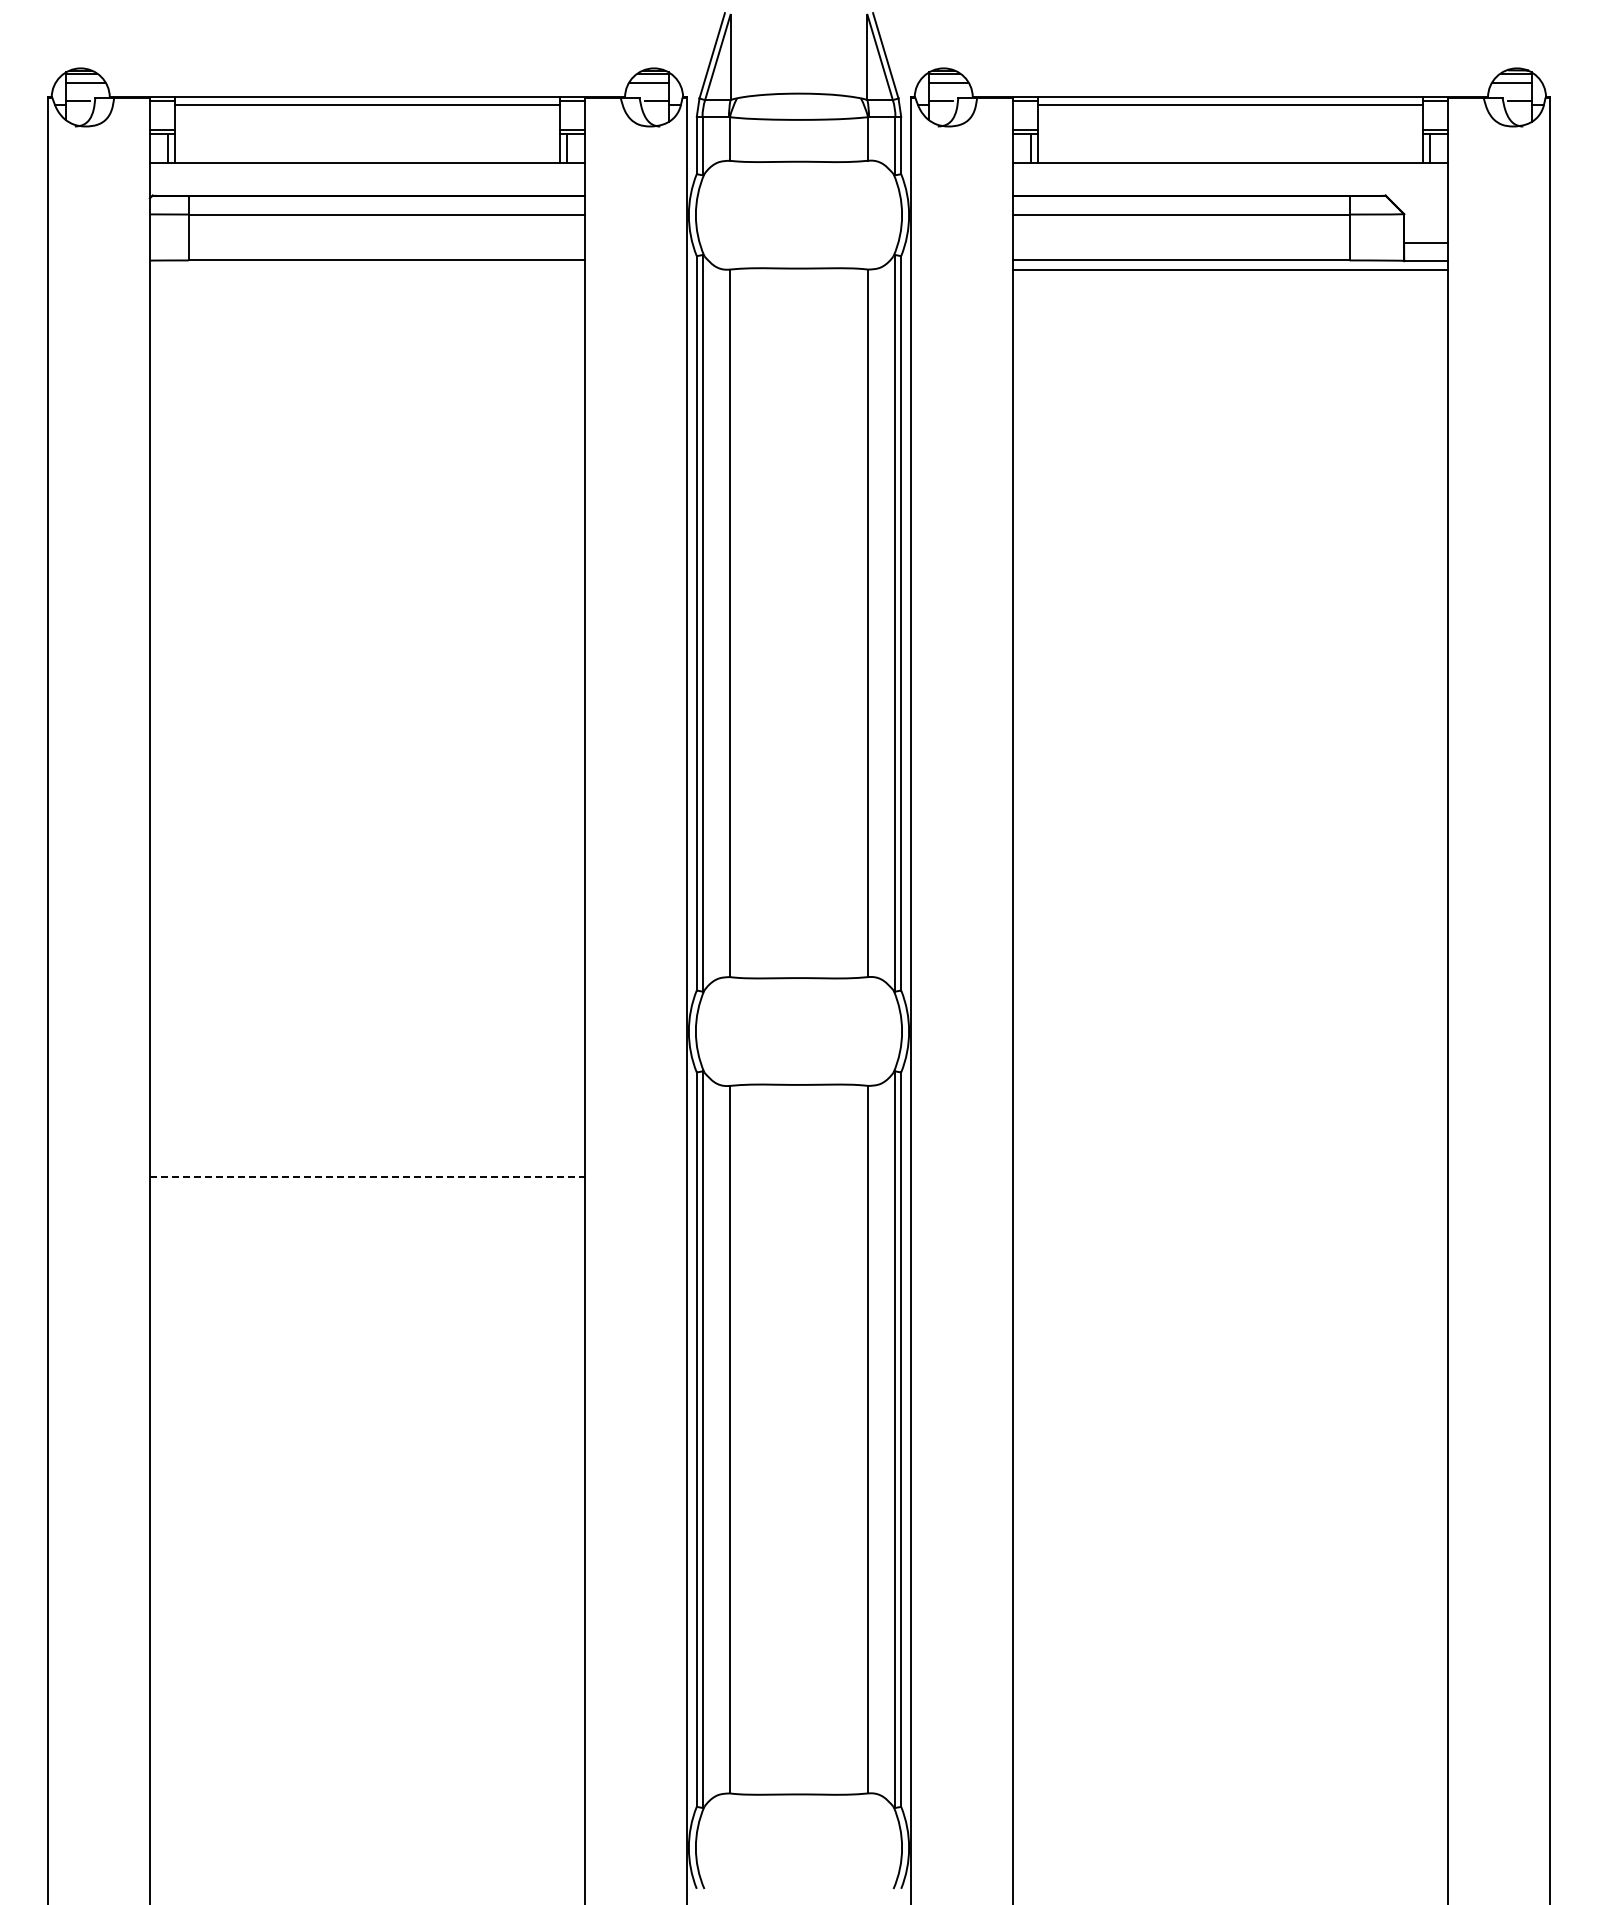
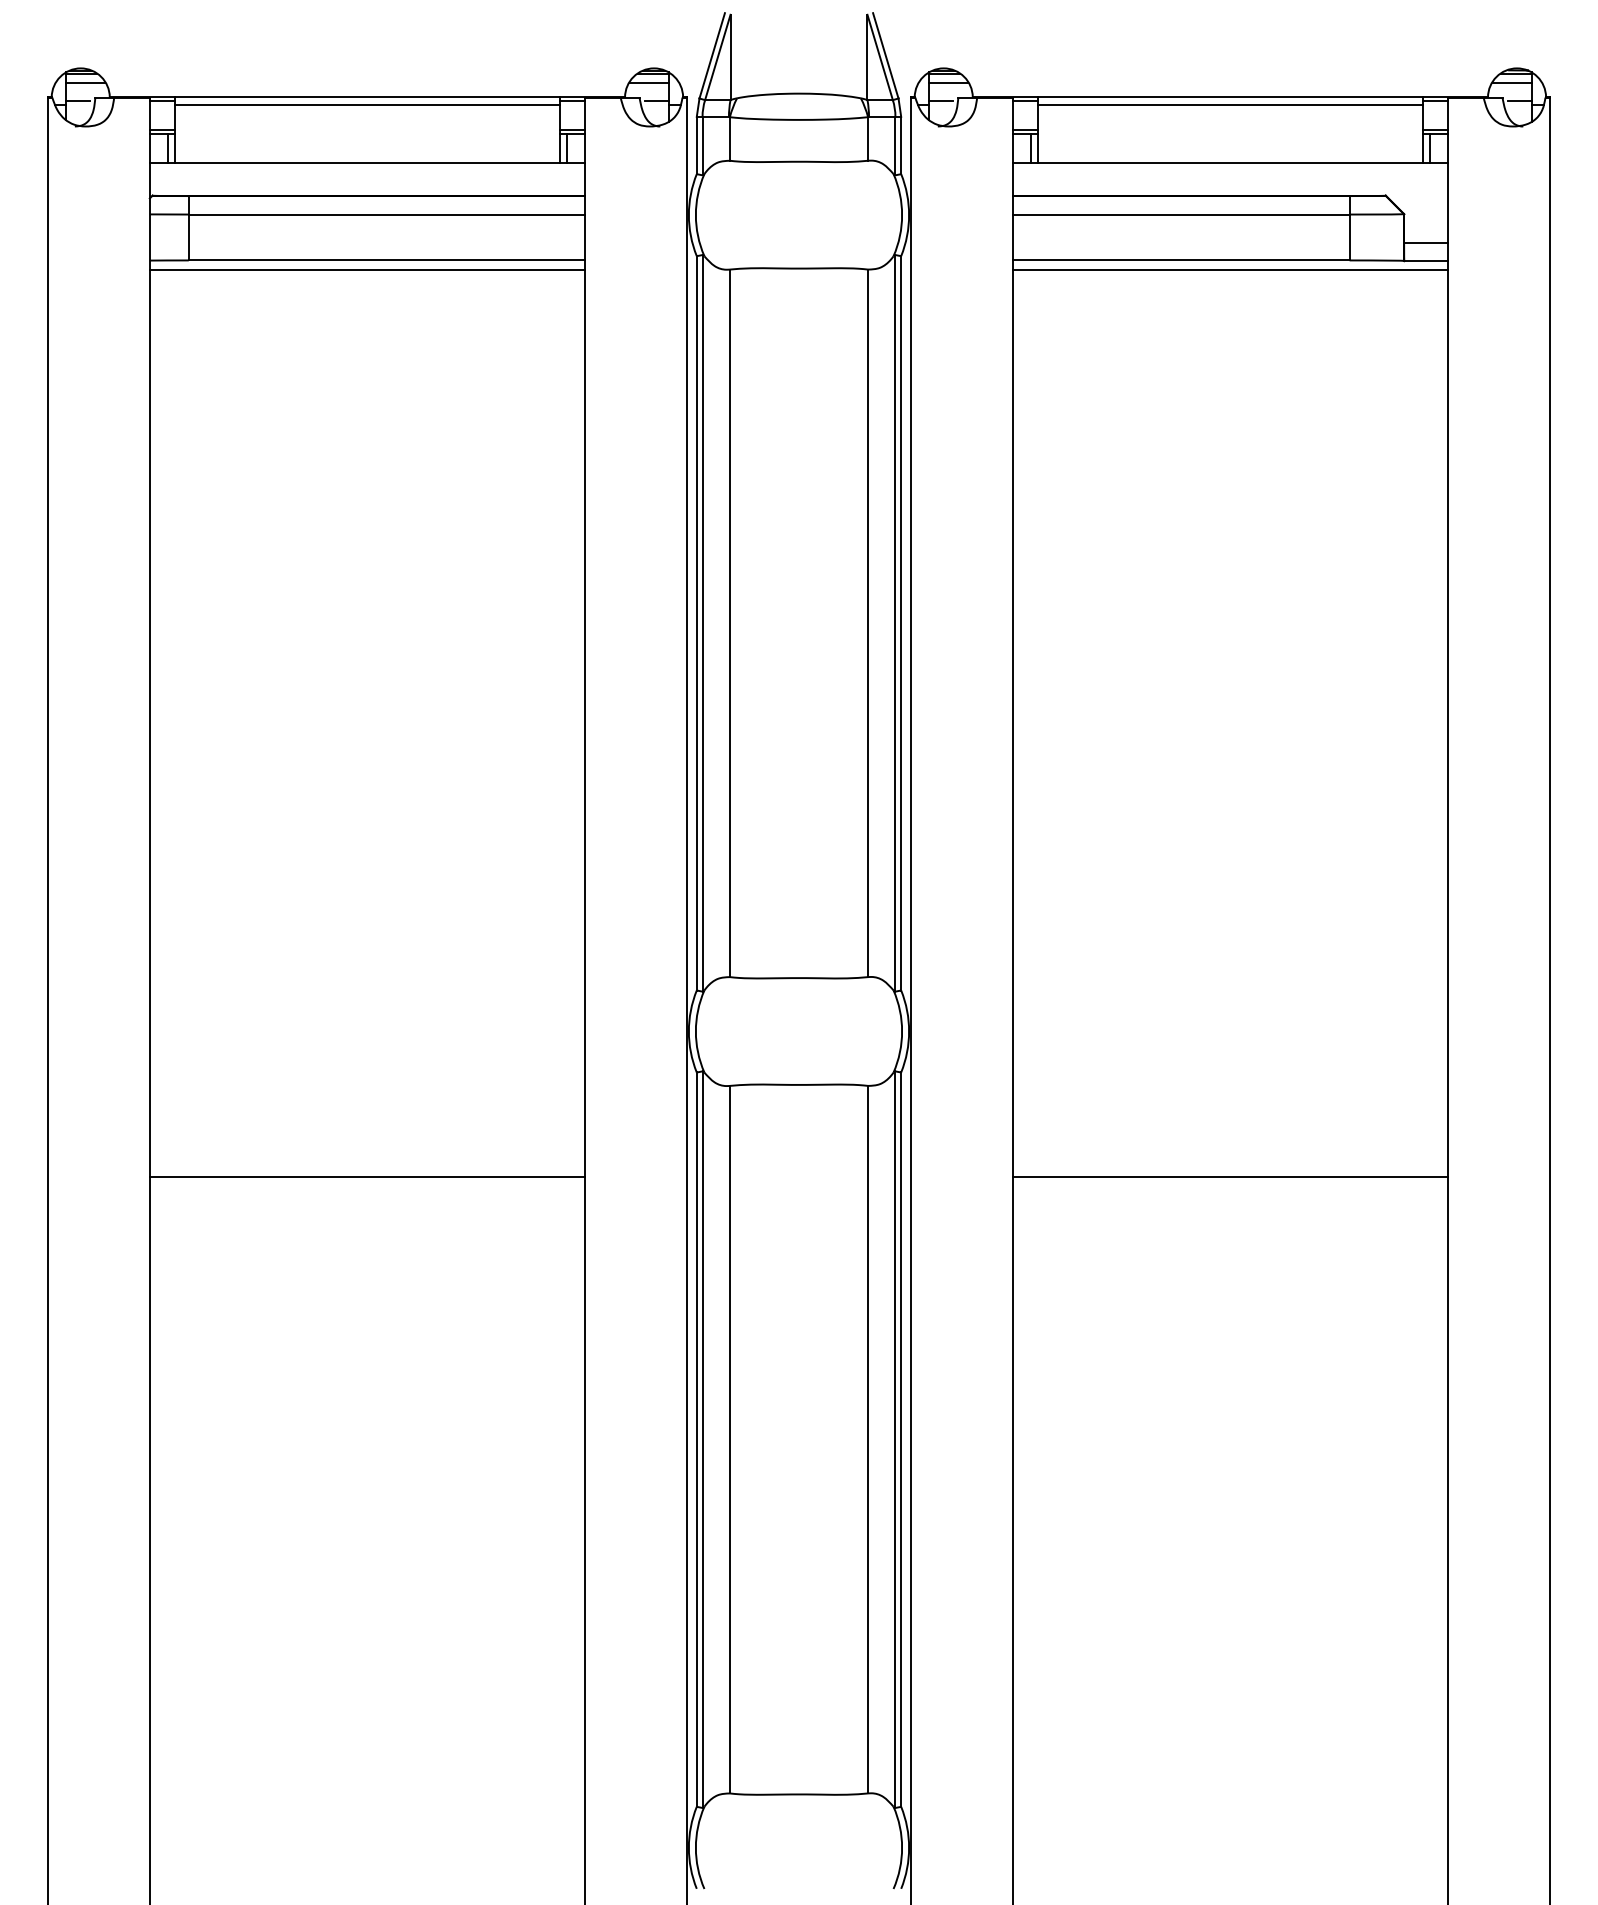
line at (367, 269): none -> present
line at (367, 1176): dashed -> solid
line at (1230, 1176): none -> present
